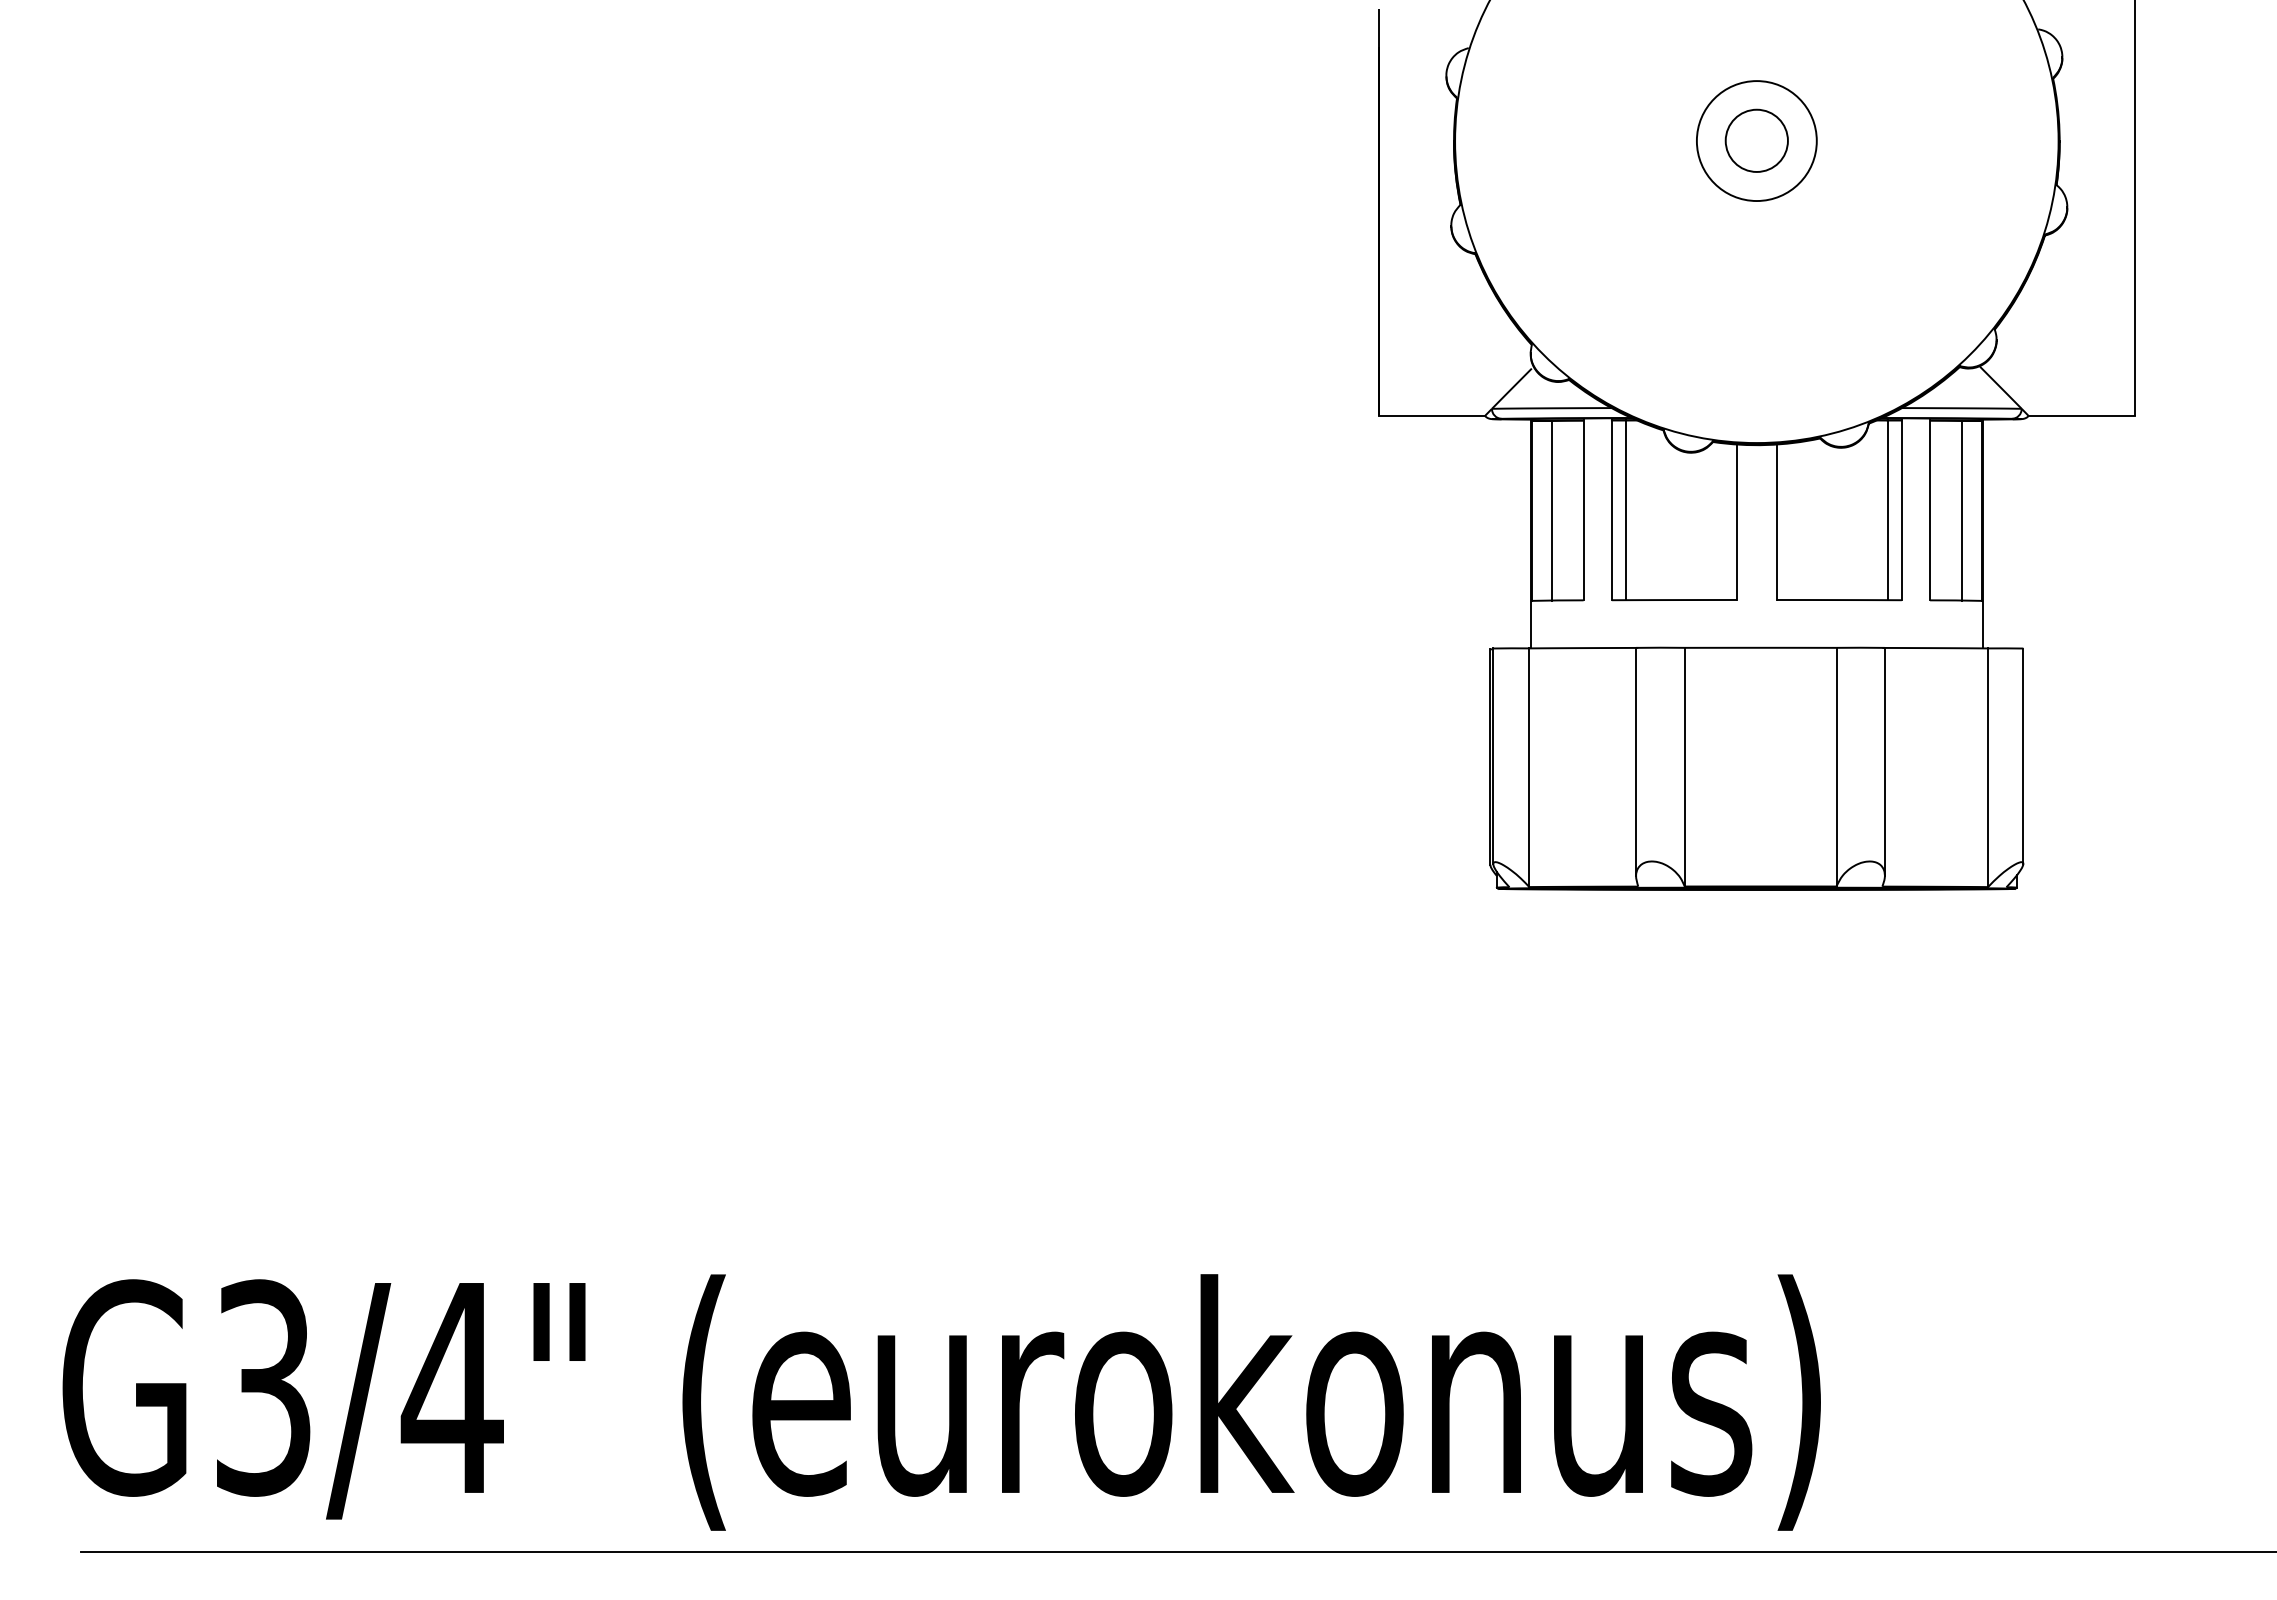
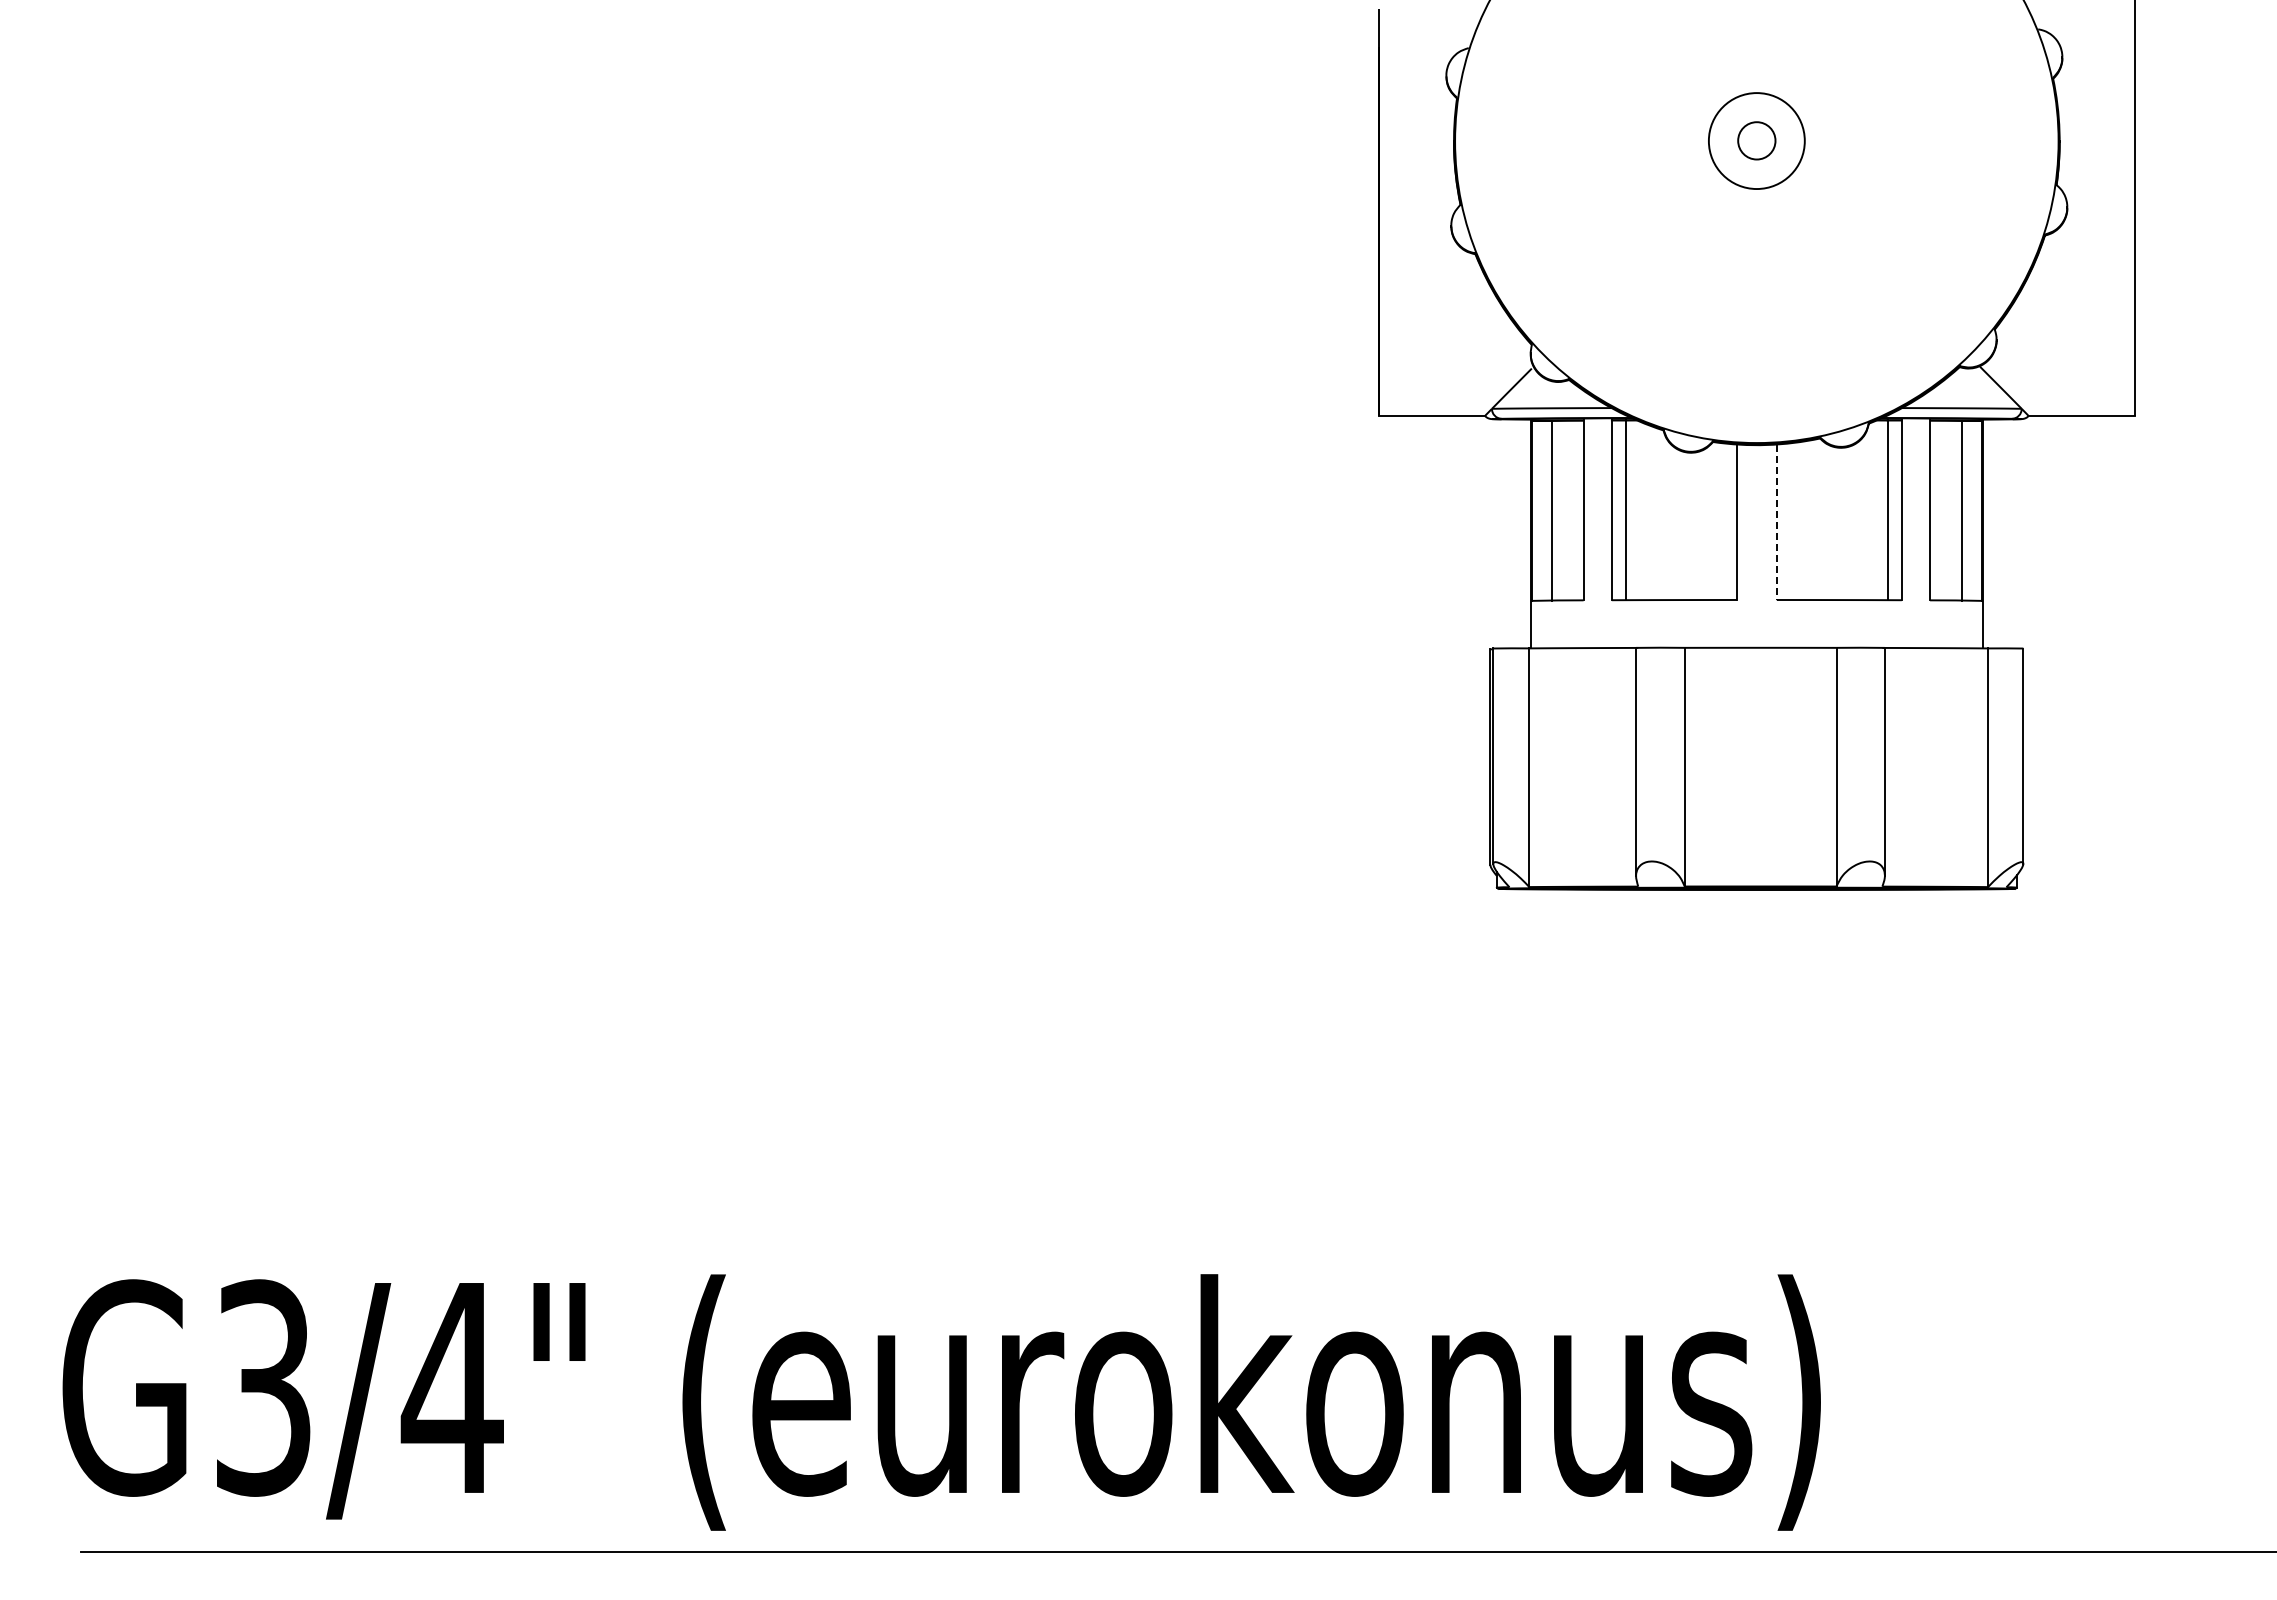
circle at (1756, 140) diameter: 62 px -> 37 px
circle at (1756, 141) diameter: 120 px -> 96 px
line at (1776, 522): solid -> dashed
